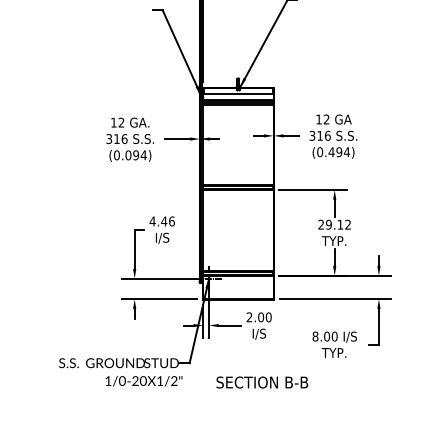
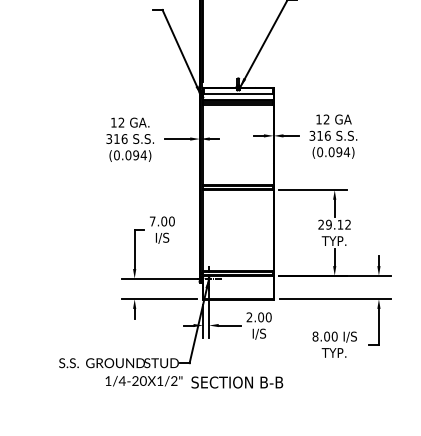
text at (331, 152): (0.494) -> (0.094)
text at (161, 221): 4.46 -> 7.00
text at (121, 380): 1/0-20X1/2" -> 1/4-20X1/2"
text at (262, 382) position: (262, 382) -> (237, 382)
